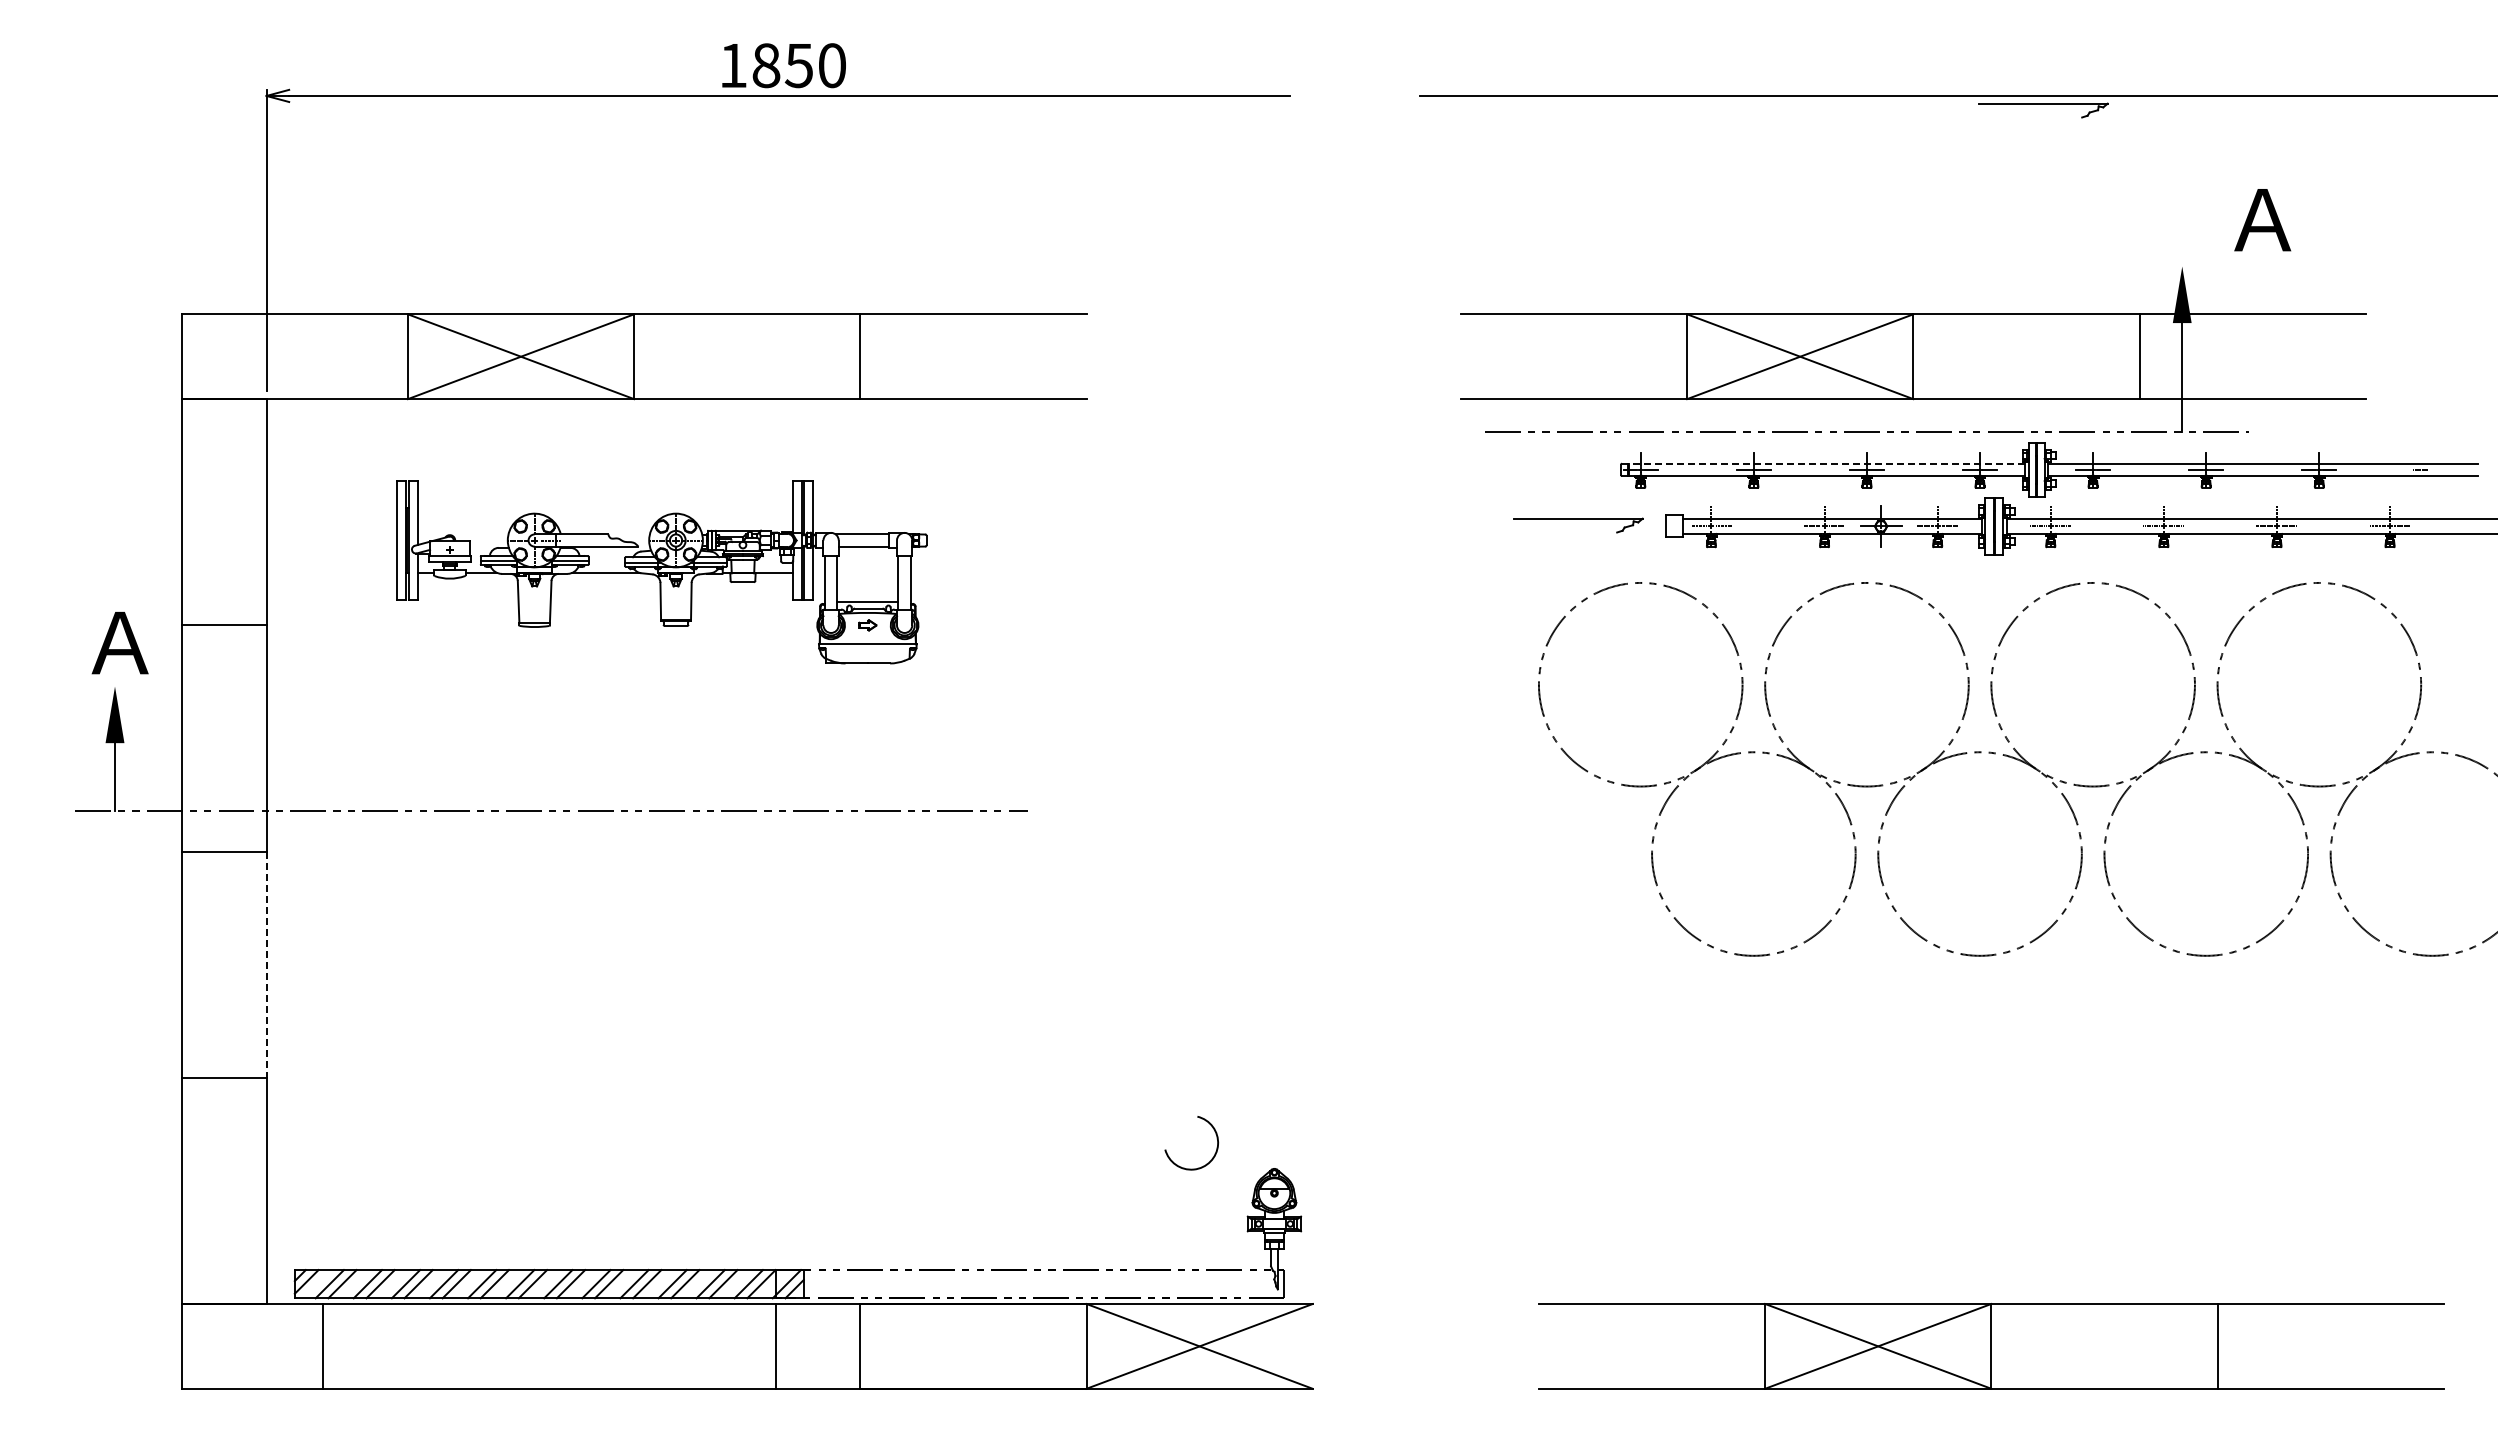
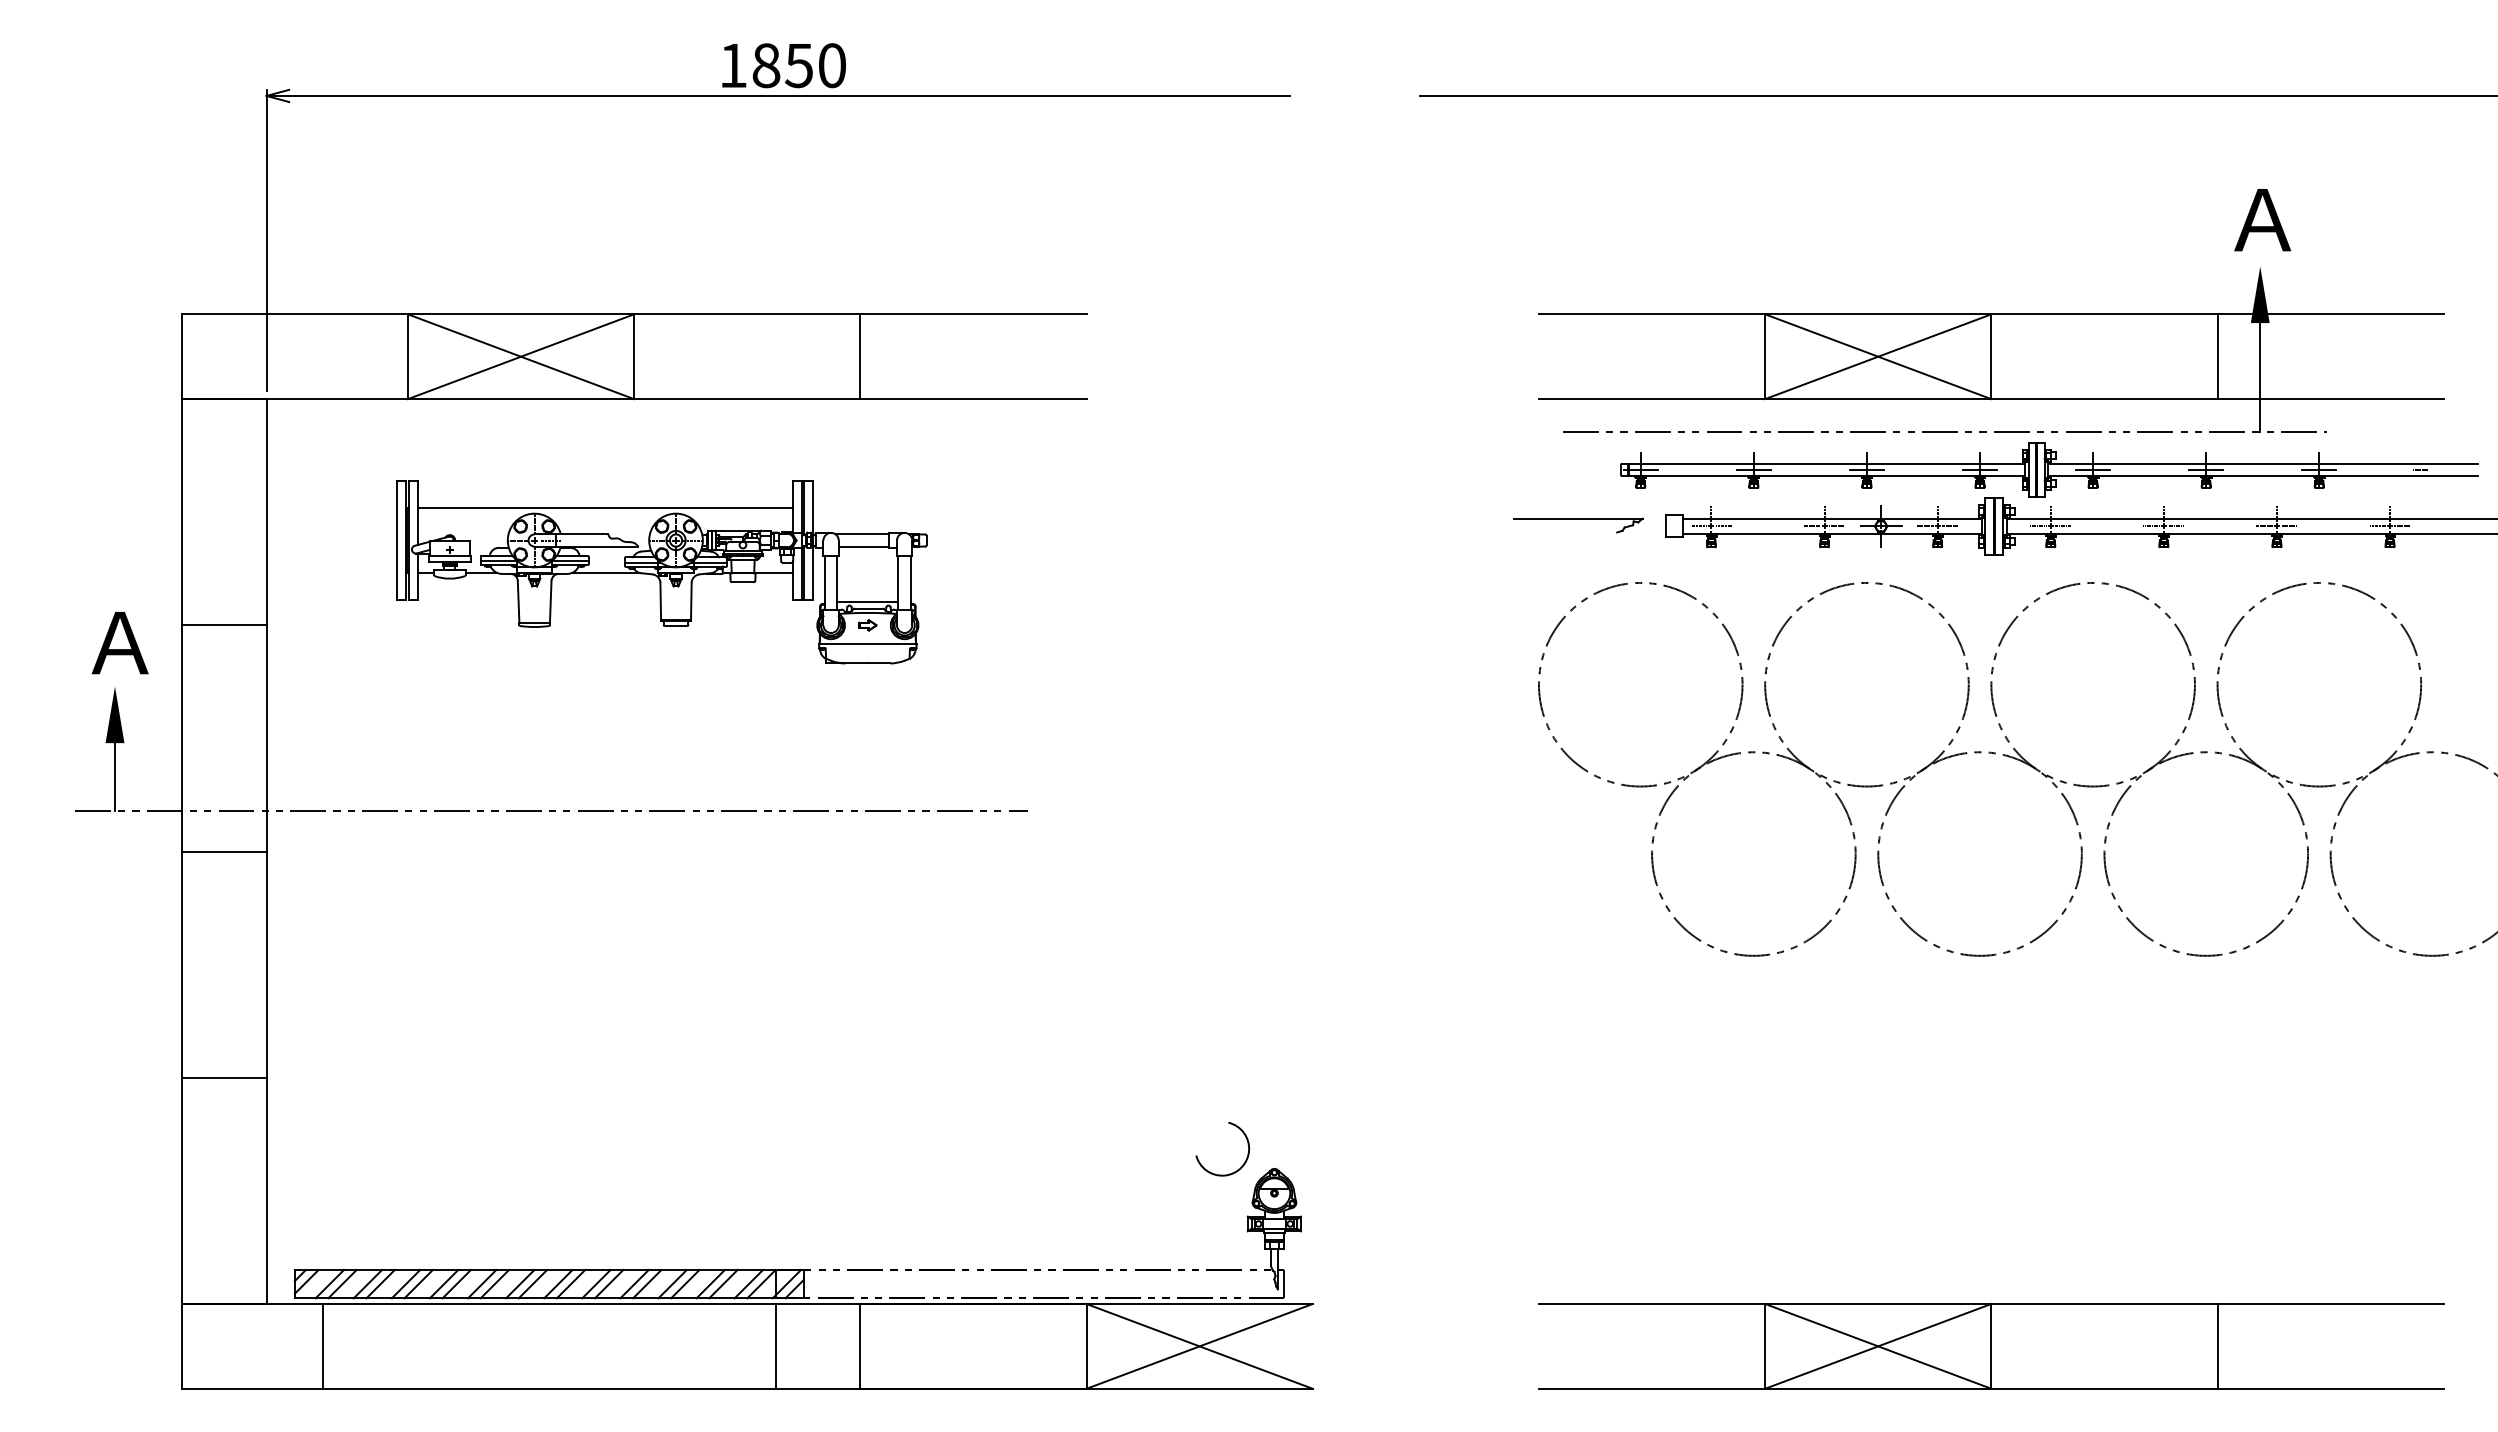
part at (2043, 110): present -> none
part at (1913, 349) position: (1913, 349) -> (1991, 349)
line at (1823, 463): dashed -> solid
line at (605, 508): none -> present
line at (266, 965): dashed -> solid
arc at (1211, 1158) position: (1211, 1158) -> (1242, 1164)
